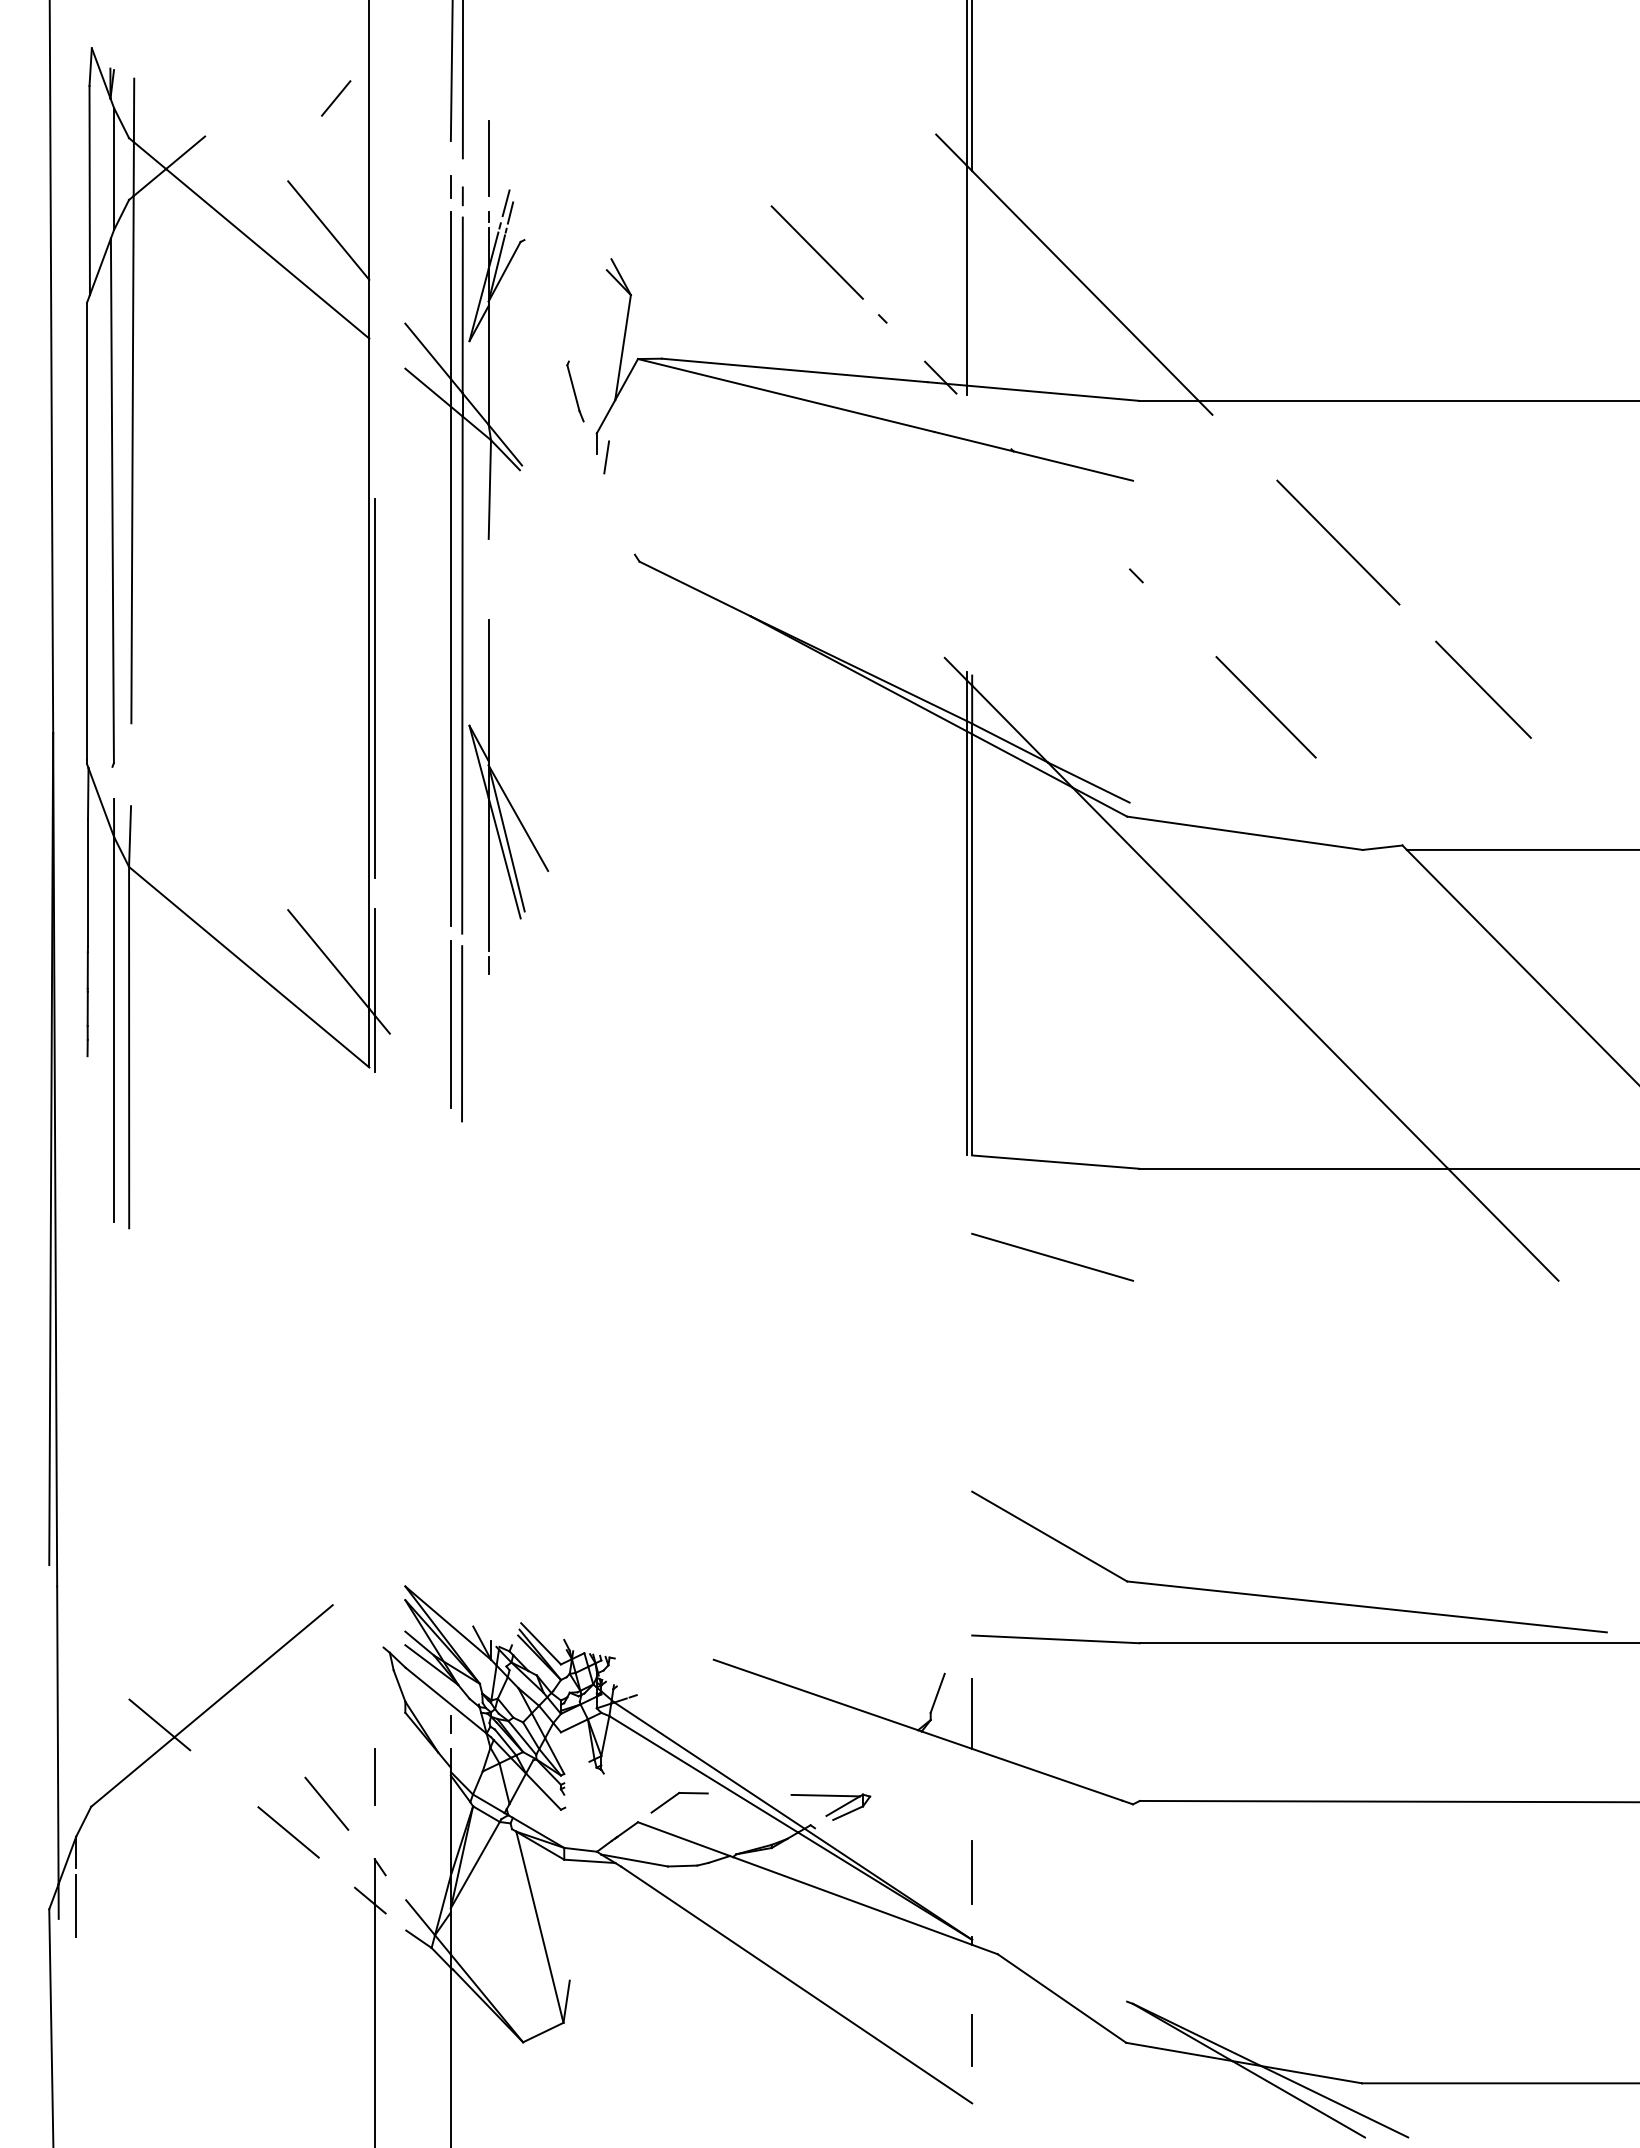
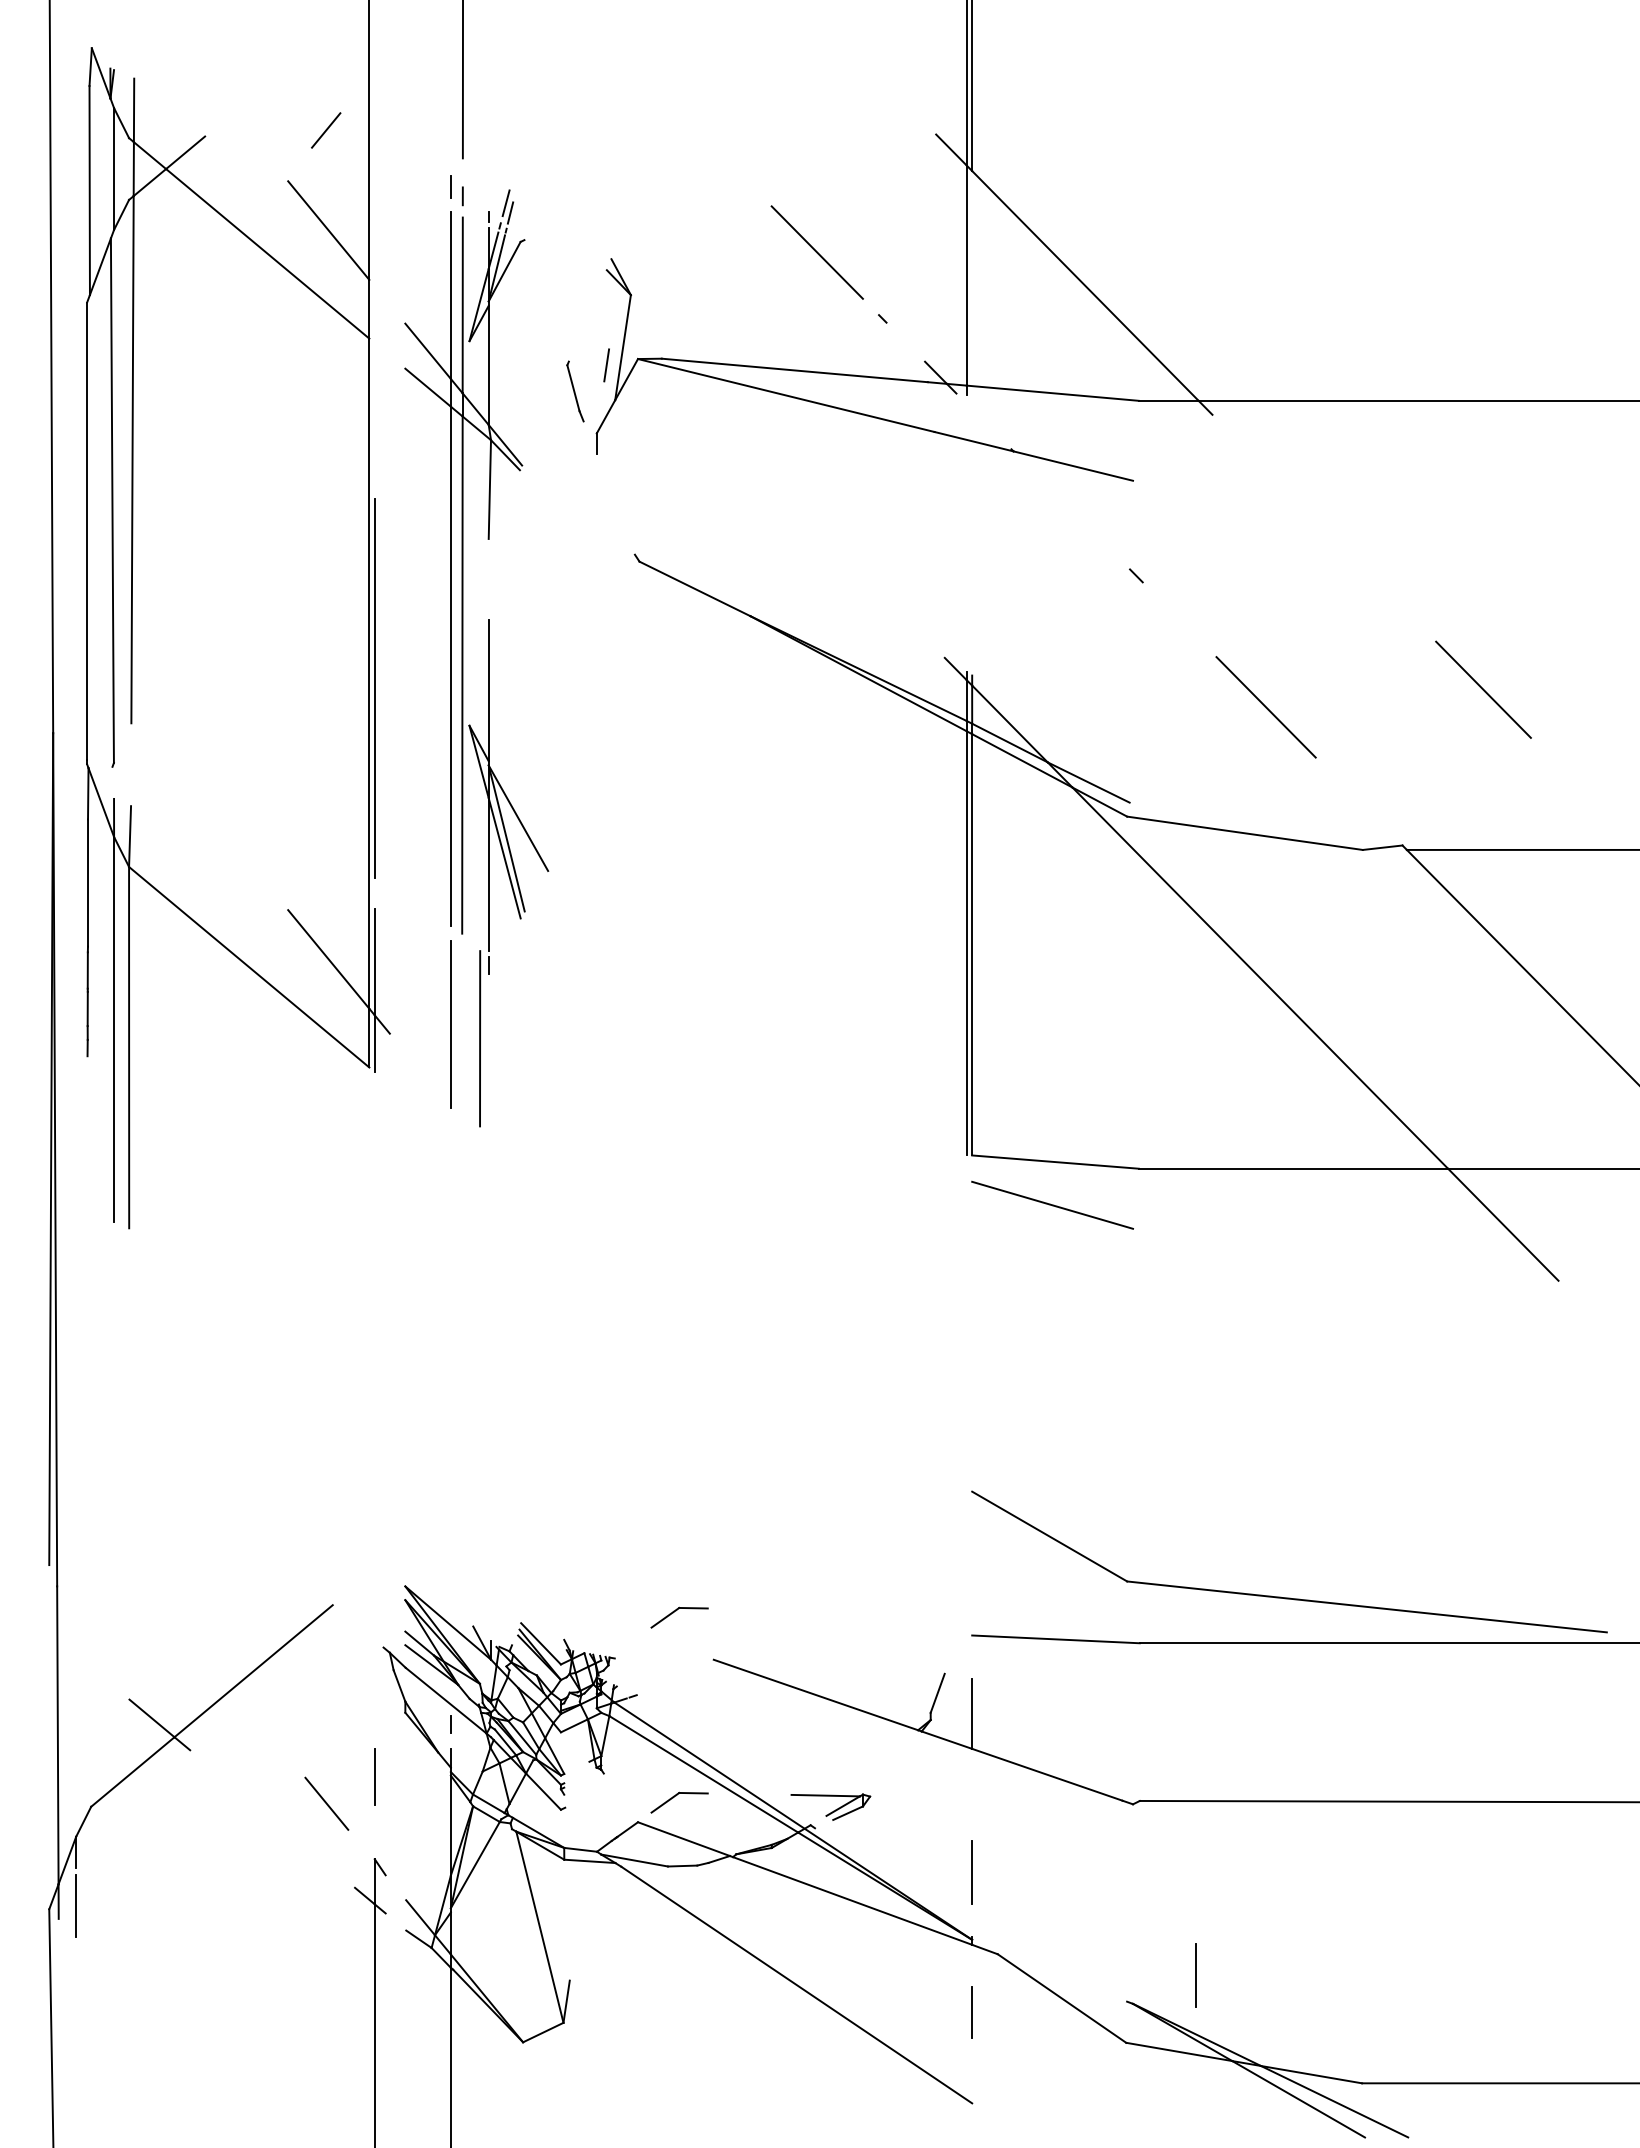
line at (451, 71): present -> none
line at (336, 98) position: (336, 98) -> (326, 130)
line at (488, 158): present -> none
line at (606, 457) position: (606, 457) -> (606, 365)
line at (1338, 542): present -> none
line at (462, 1033) position: (462, 1033) -> (480, 1038)
line at (1052, 1256) position: (1052, 1256) -> (1052, 1204)
part at (676, 1611): none -> present
line at (288, 1832): present -> none
line at (1195, 1975): none -> present
line at (971, 2040) position: (971, 2040) -> (971, 2012)
